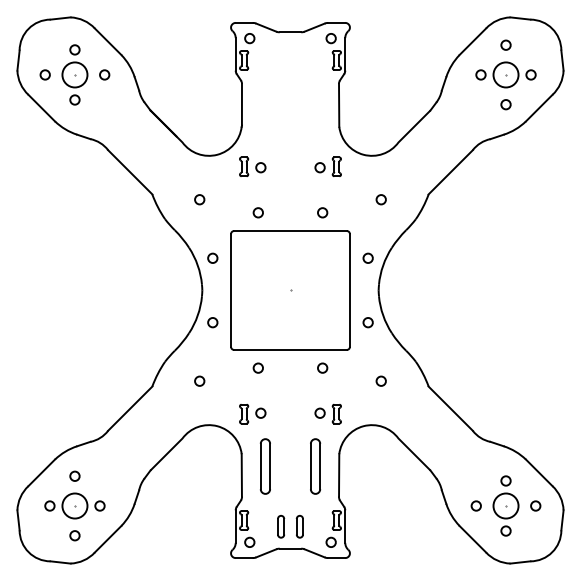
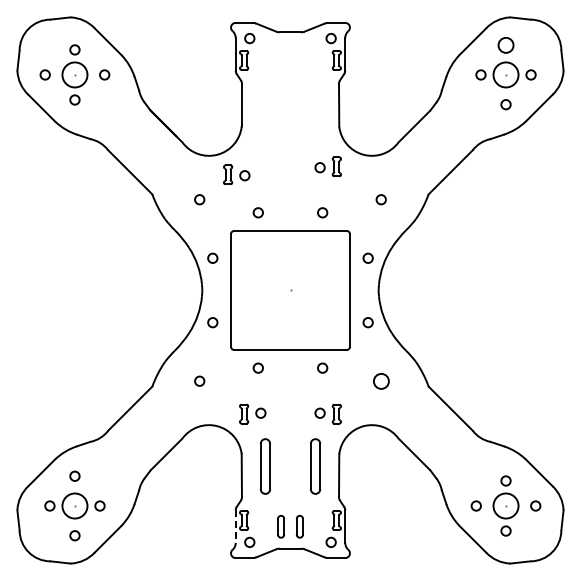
circle at (505, 44) size: 12x12 px -> 18x17 px
part at (252, 166) position: (252, 166) -> (236, 174)
circle at (380, 380) size: 12x12 px -> 17x17 px
line at (235, 527): solid -> dashed
